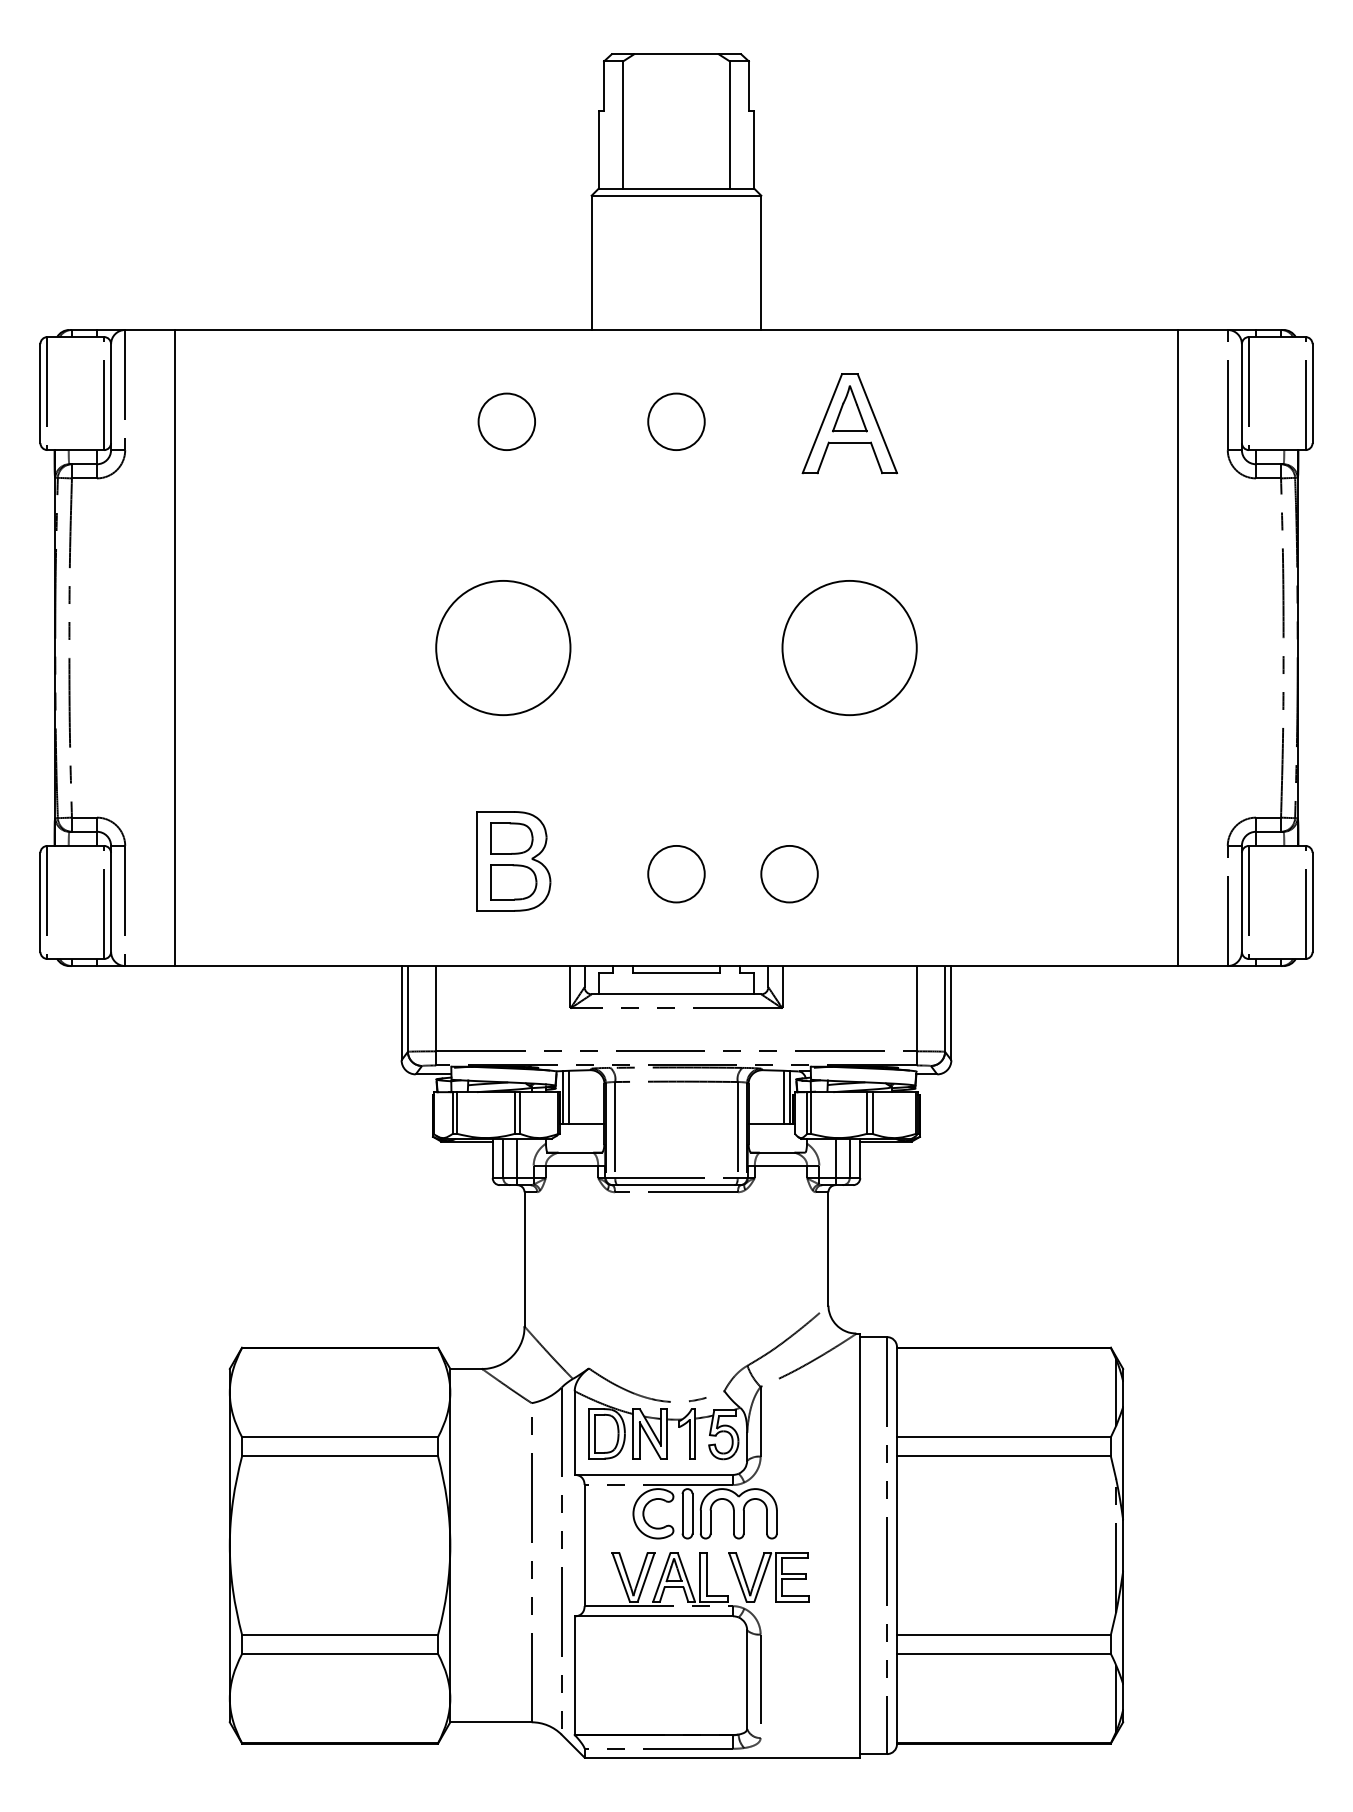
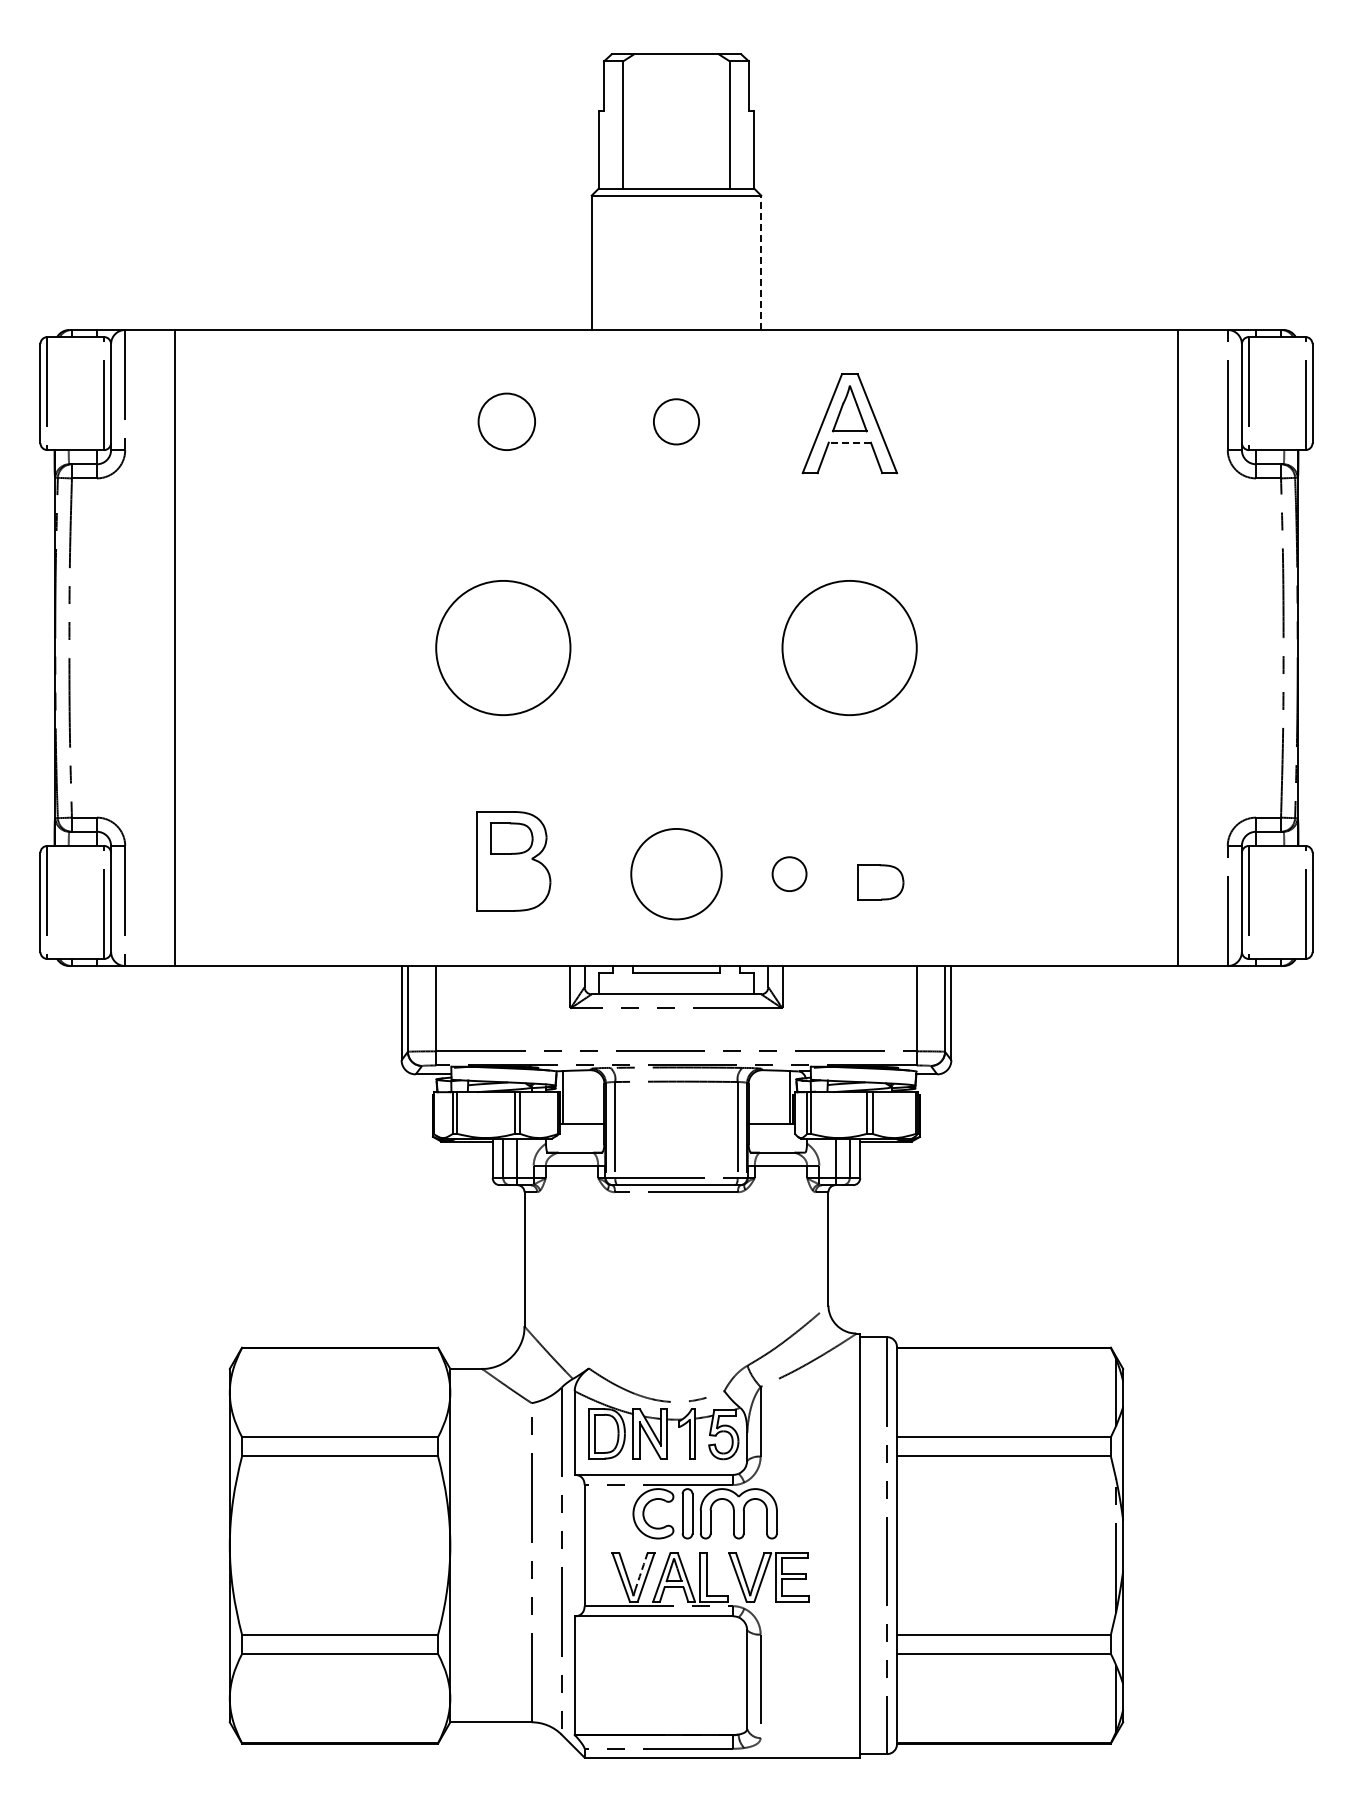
line at (761, 262): solid -> dashed
circle at (676, 421) diameter: 57 px -> 45 px
line at (849, 442): solid -> dashed
circle at (676, 873) diameter: 57 px -> 90 px
circle at (789, 873) diameter: 57 px -> 34 px
part at (513, 882) position: (513, 882) -> (880, 882)
line at (569, 1097): present -> none
line at (783, 1097): present -> none
line at (641, 1570): solid -> dashed
